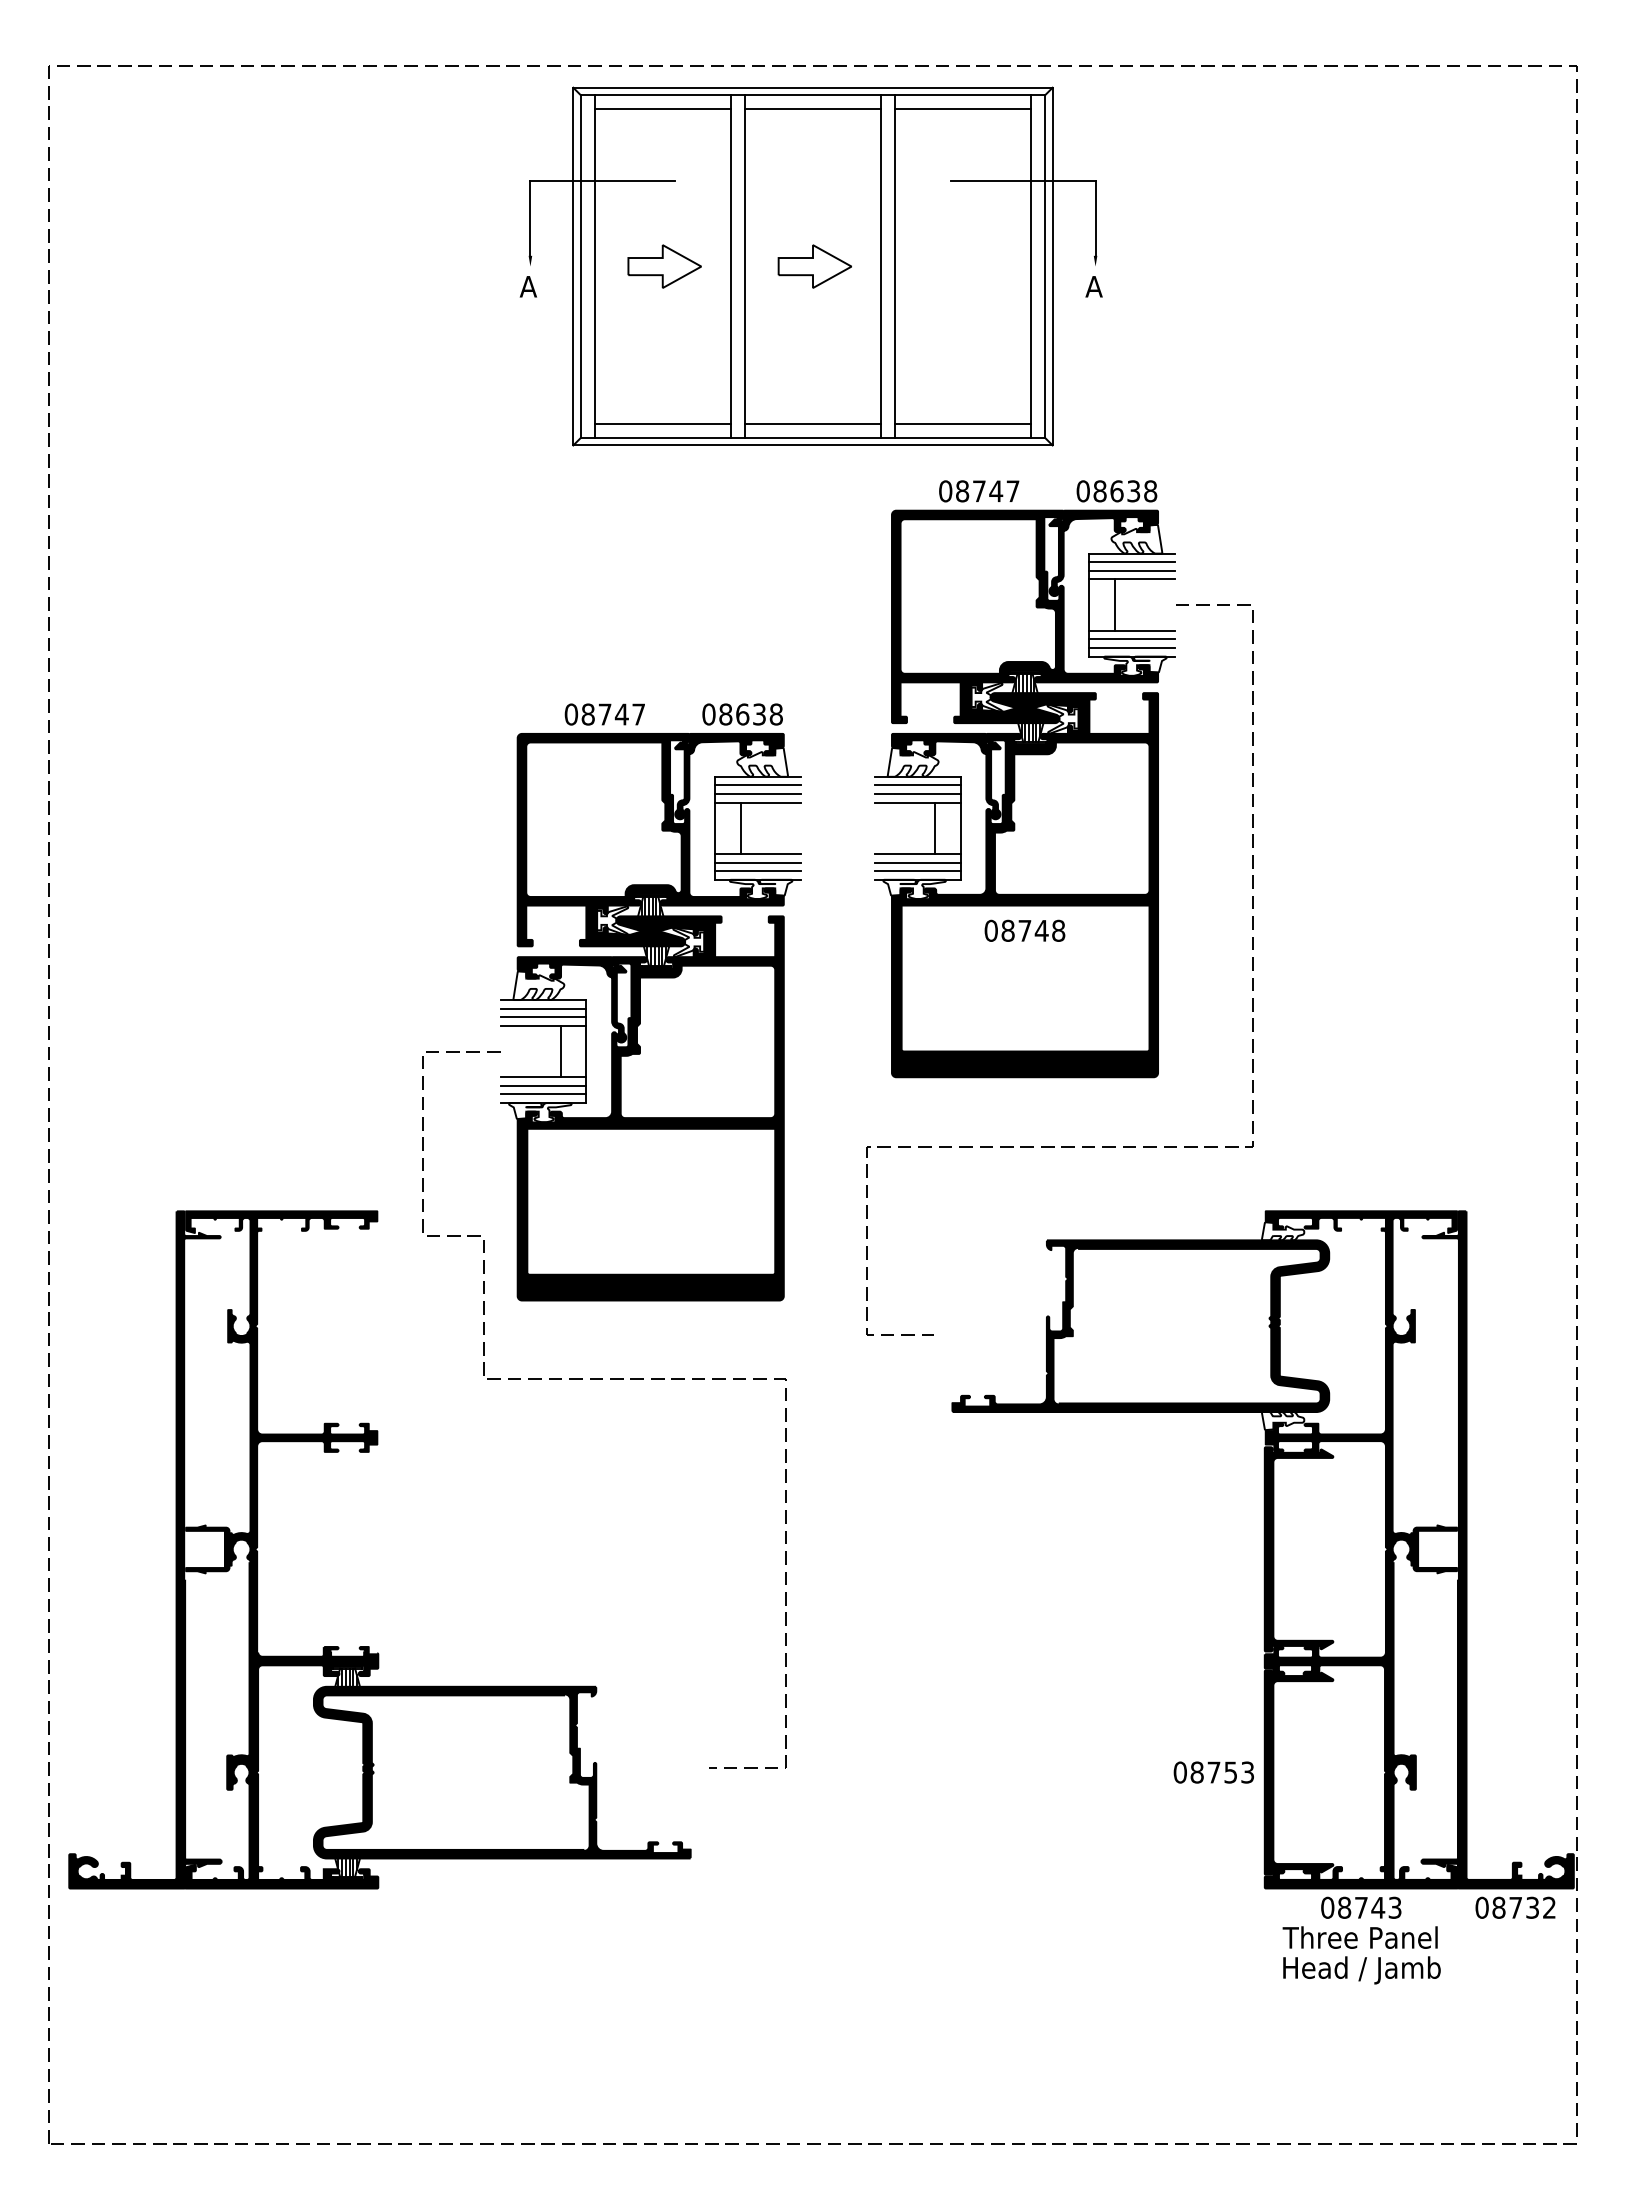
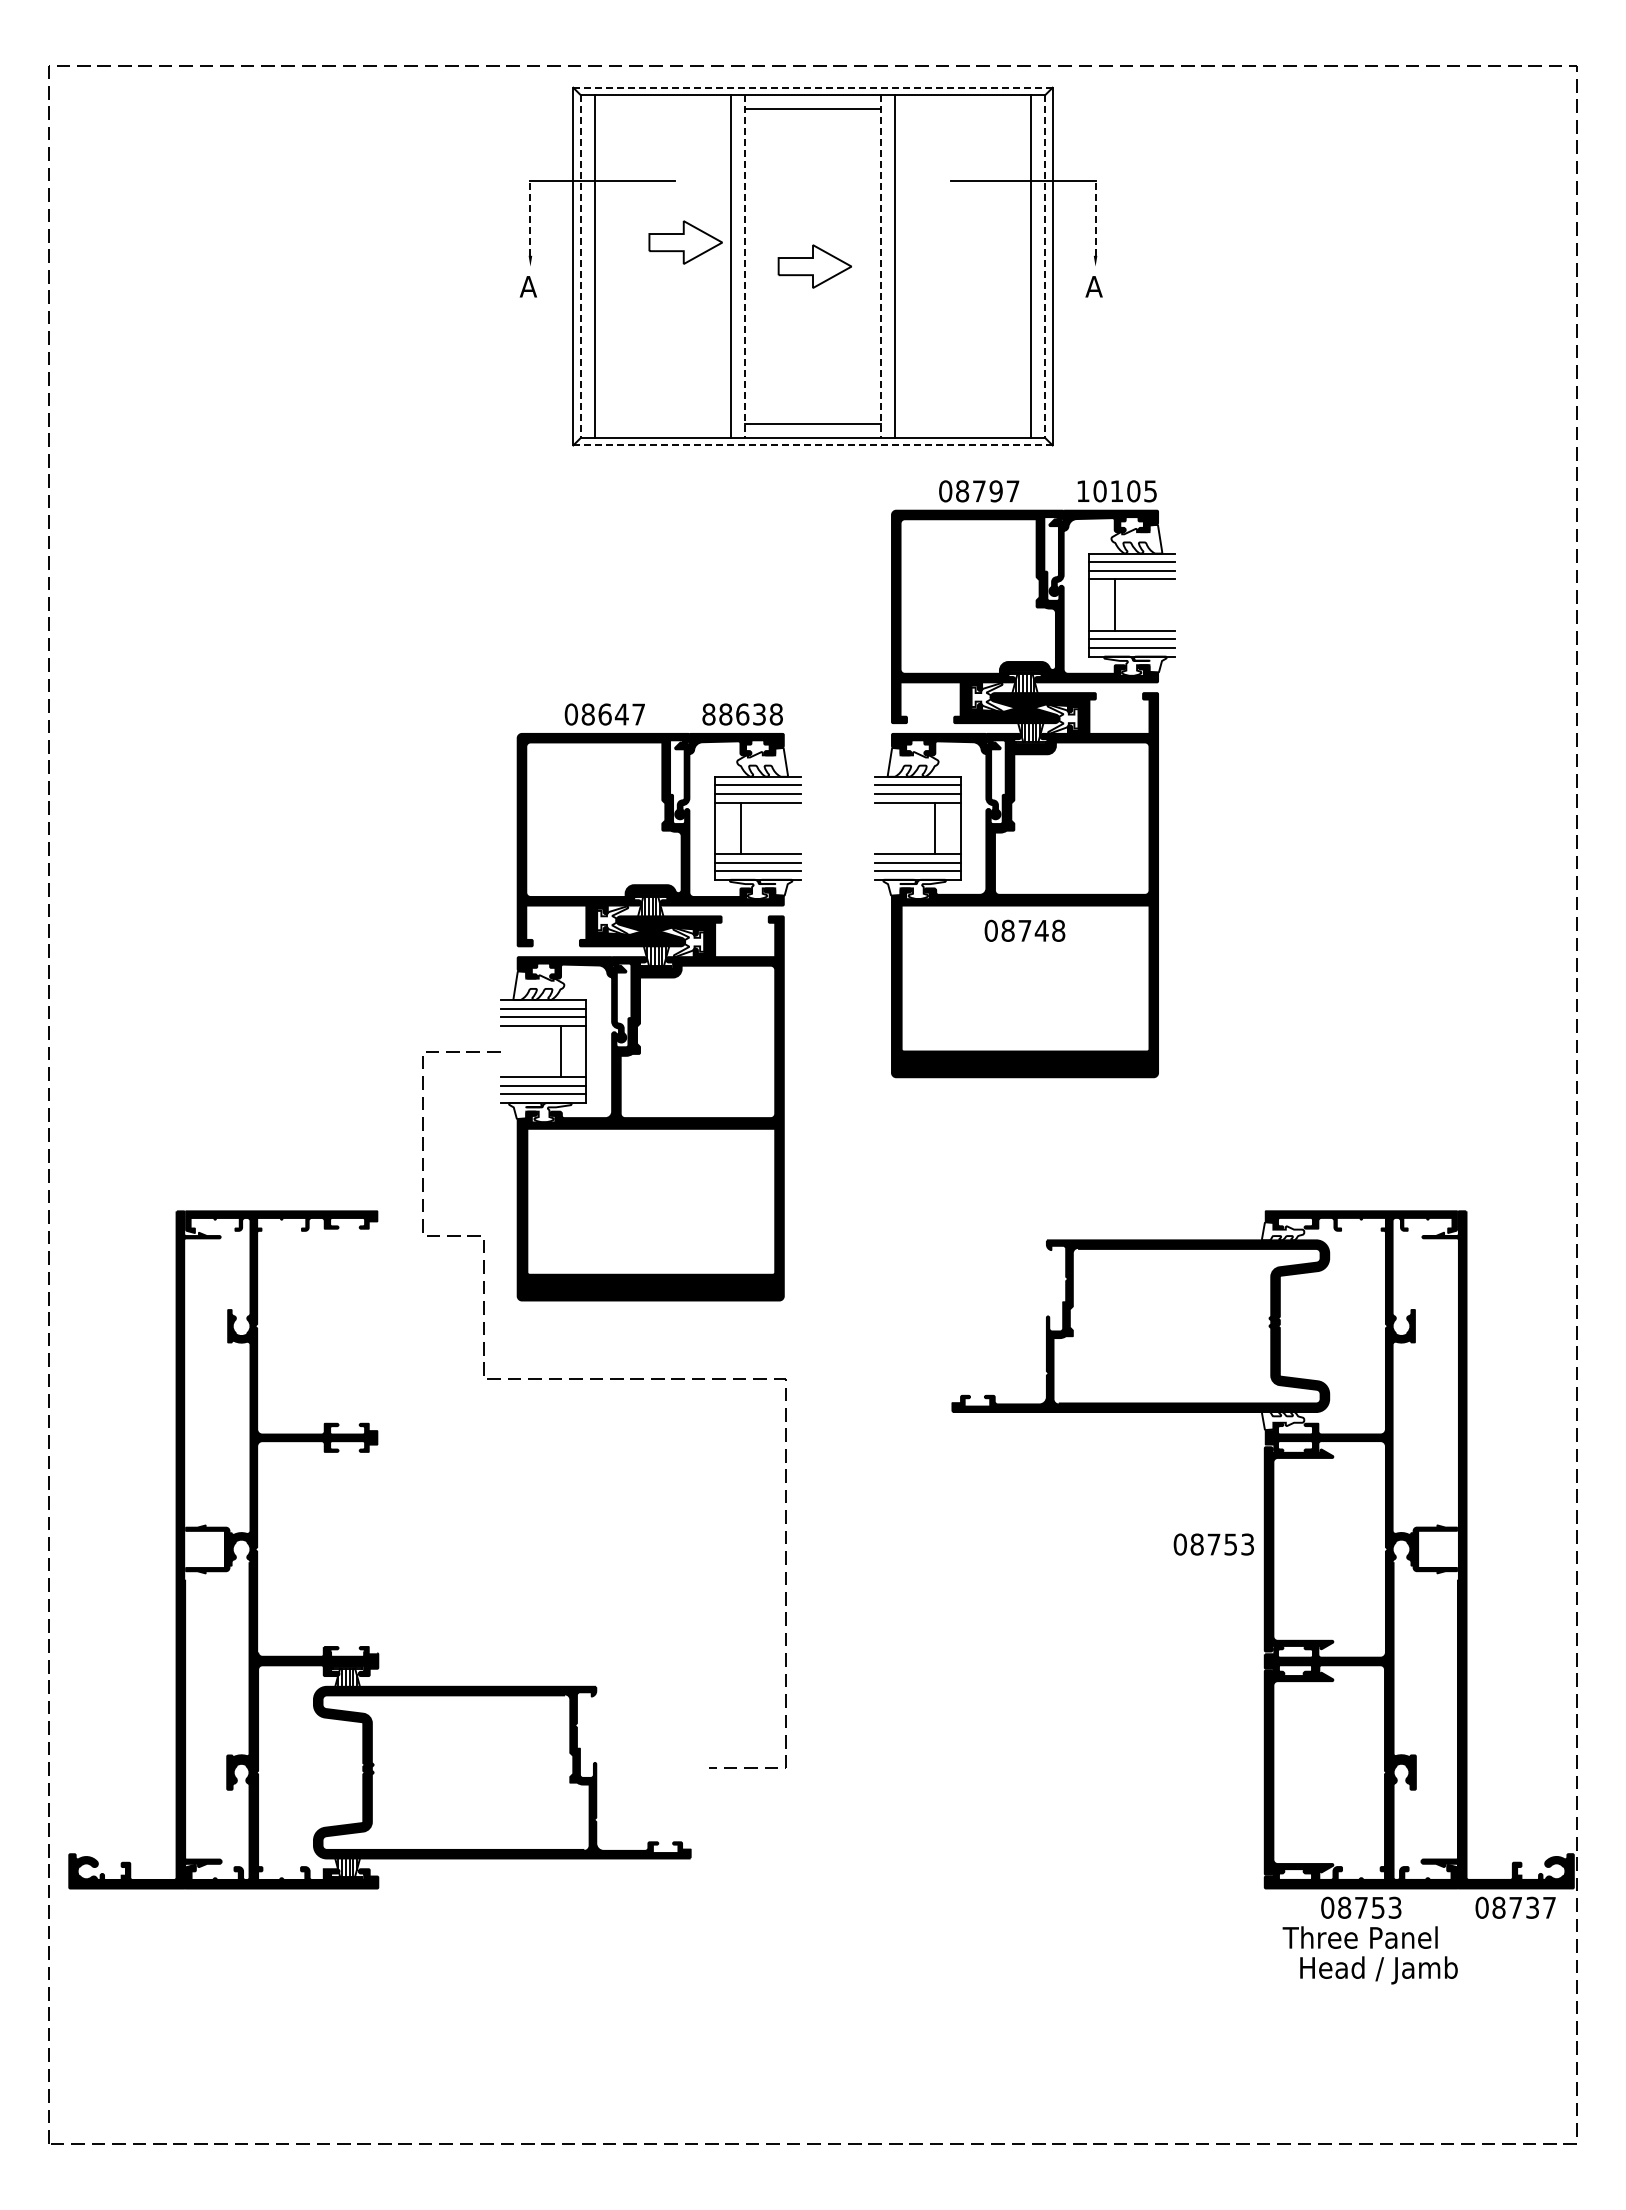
line at (813, 87): solid -> dashed
line at (662, 109): present -> none
line at (963, 109): present -> none
line at (530, 218): solid -> dashed
line at (1095, 218): solid -> dashed
line at (580, 266): solid -> dashed
part at (664, 266) position: (664, 266) -> (685, 242)
line at (745, 266): solid -> dashed
line at (880, 266): solid -> dashed
line at (1045, 266): solid -> dashed
line at (662, 423): present -> none
line at (963, 423): present -> none
line at (813, 445): solid -> dashed
text at (996, 491): 08747 -> 08797
text at (1116, 491): 08638 -> 10105
text at (604, 714): 08747 -> 08647
text at (708, 714): 08638 -> 88638
curve at (1061, 1146): present -> none
text at (1213, 1772) position: (1213, 1772) -> (1213, 1544)
text at (1378, 1907): 08743 -> 08753
text at (1549, 1907): 08732 -> 08737
text at (1361, 1970) position: (1361, 1970) -> (1378, 1970)
